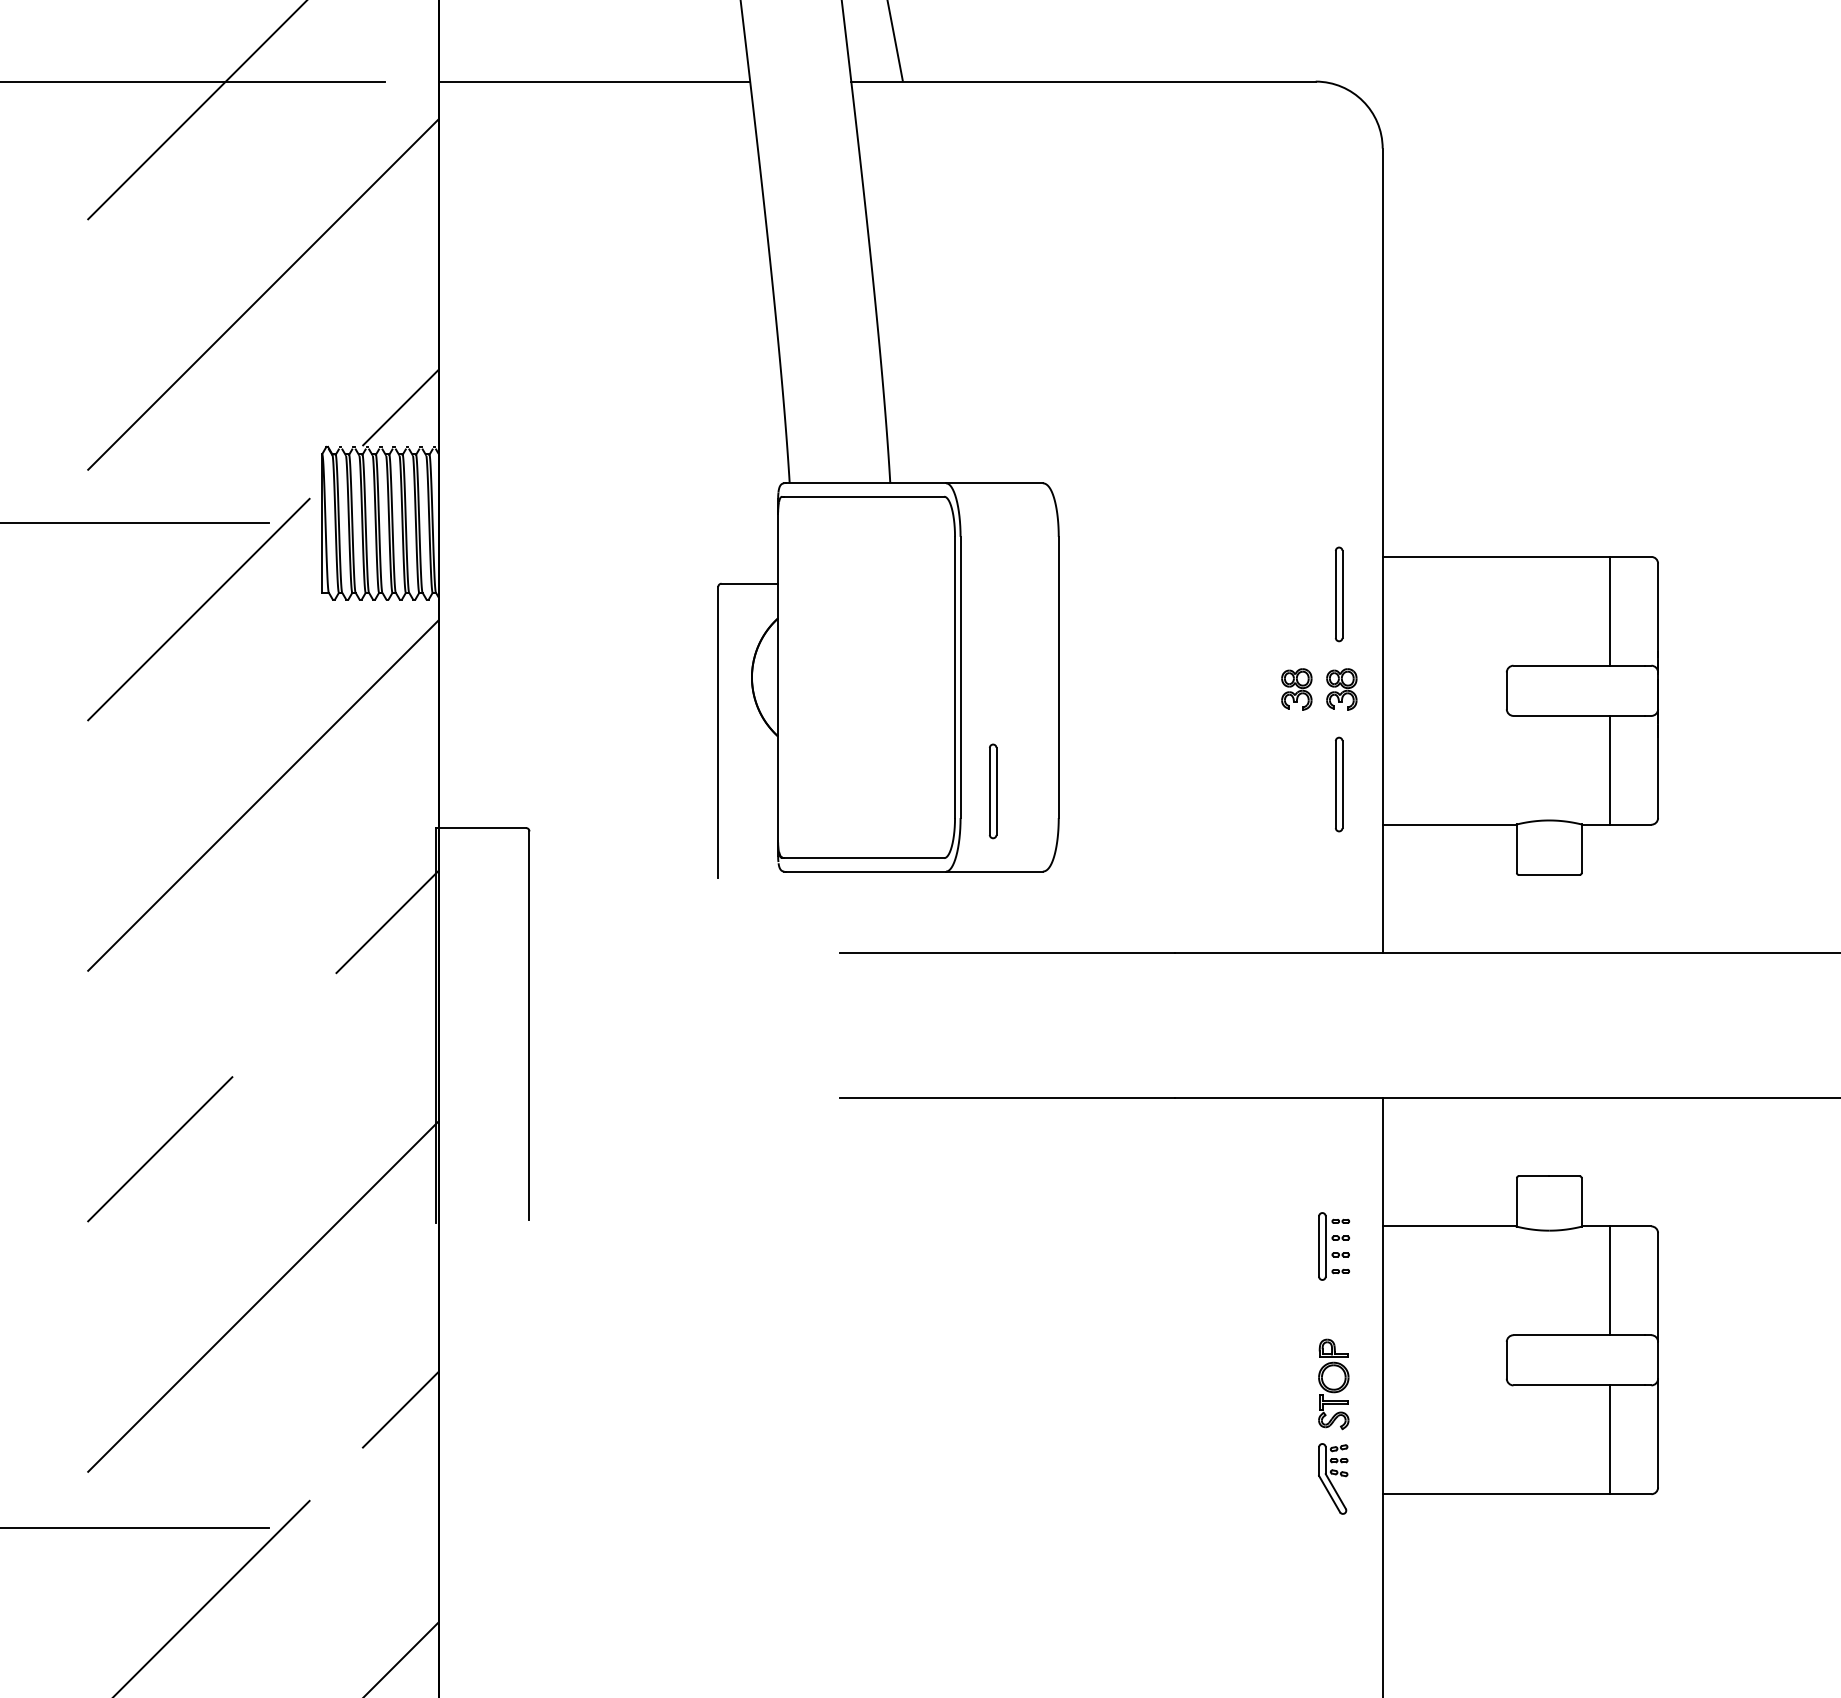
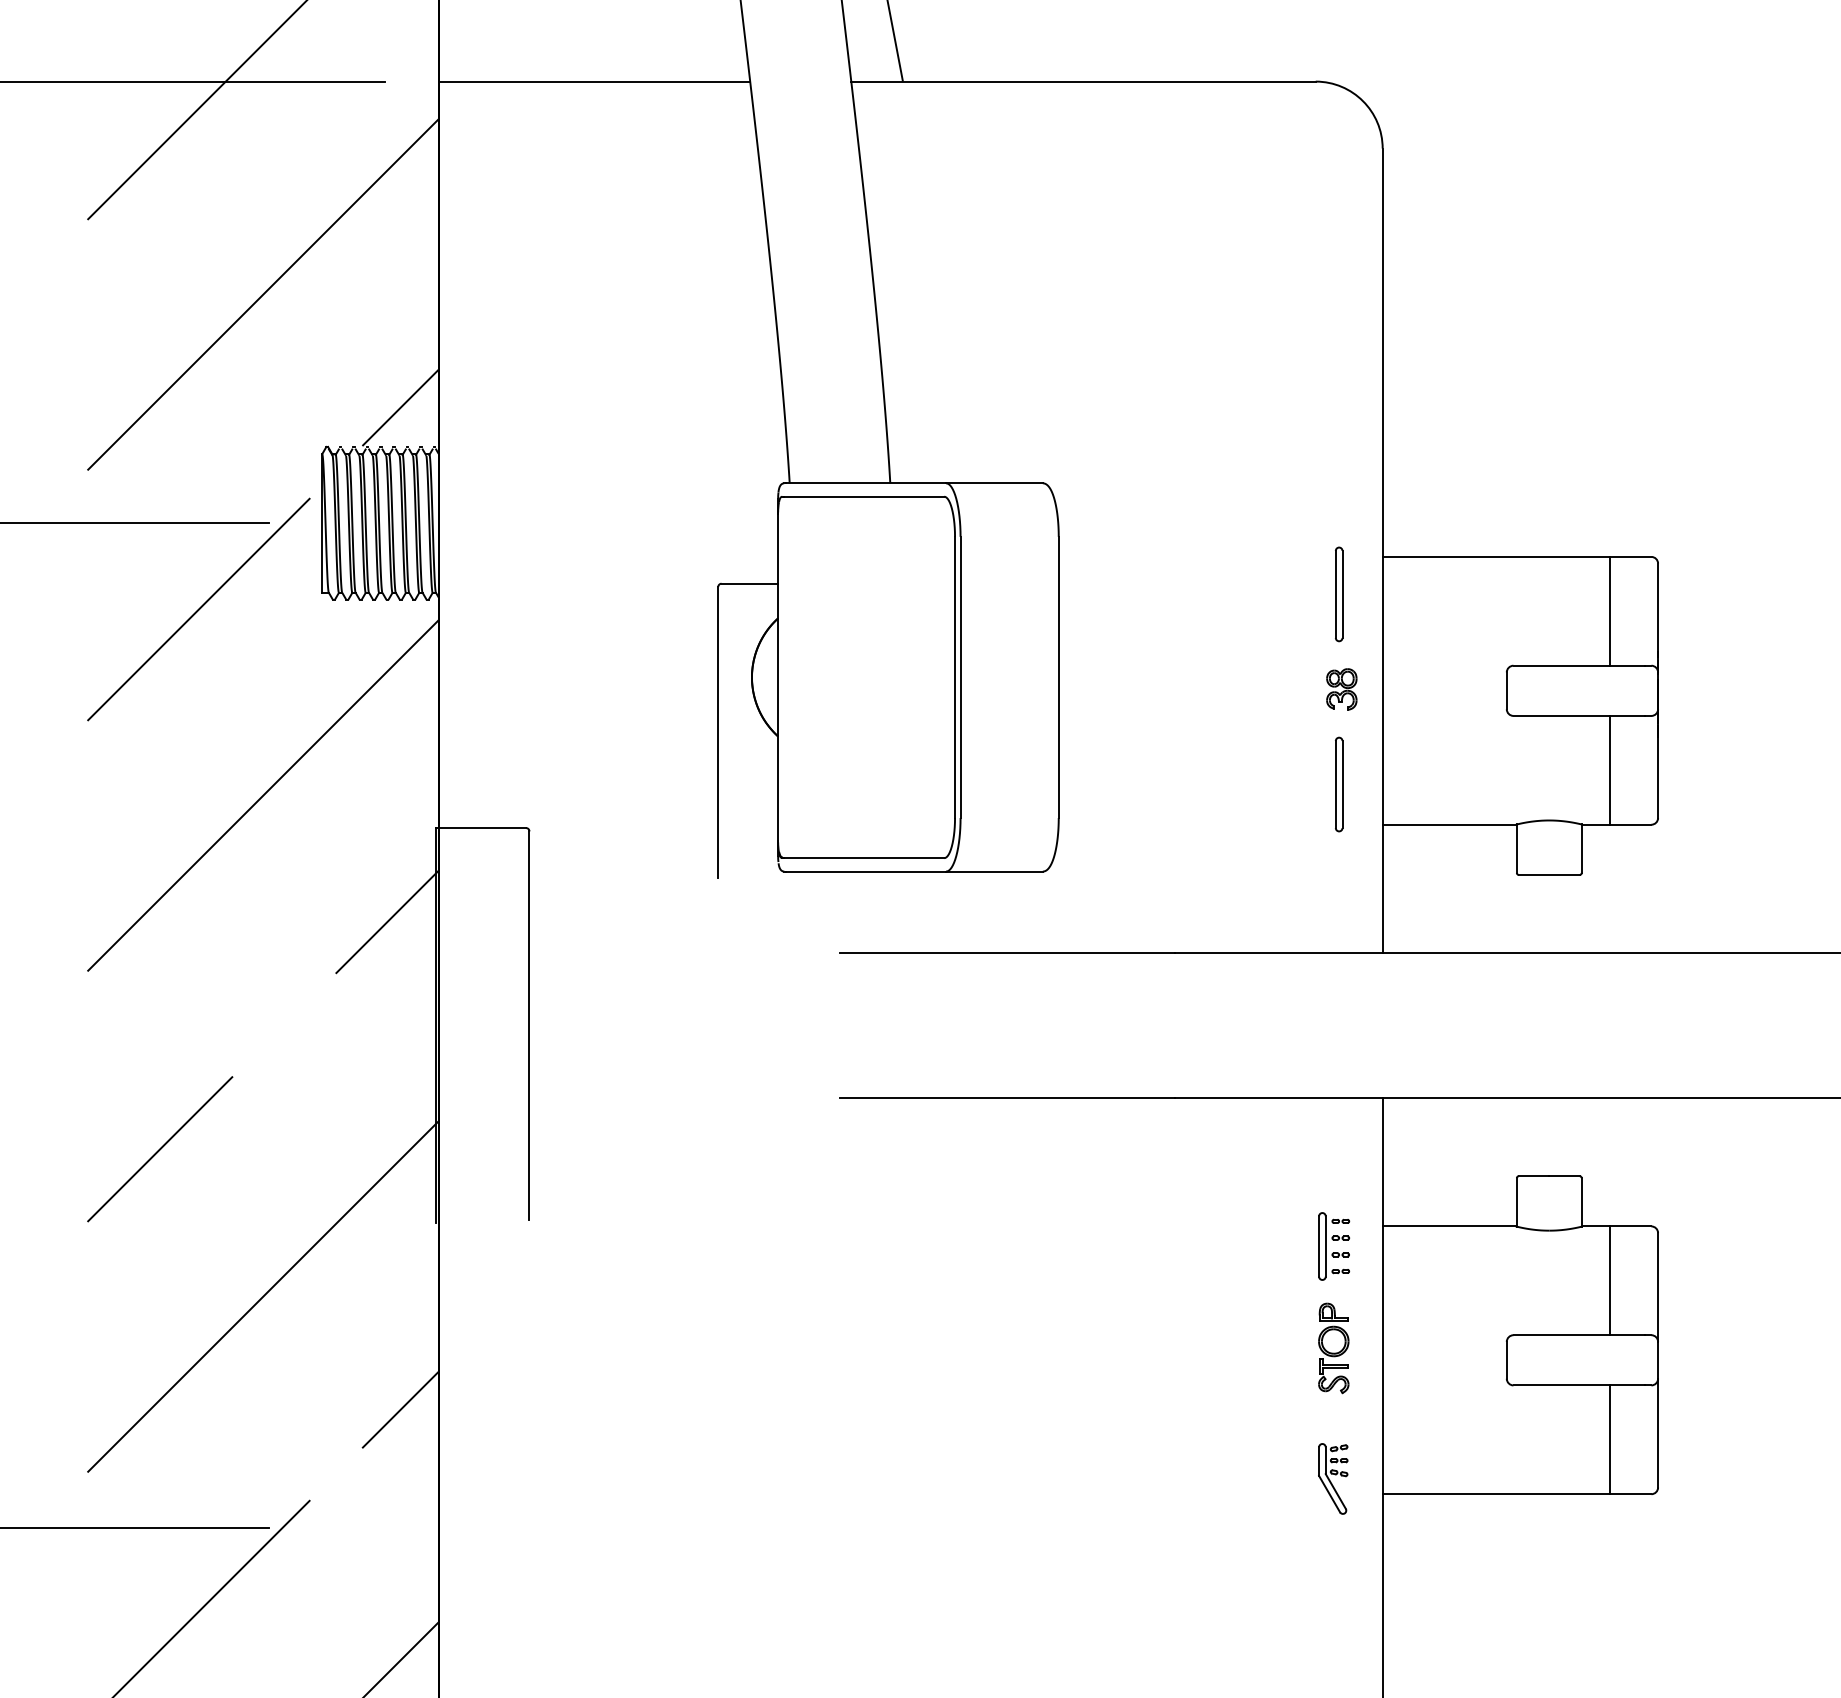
part at (1296, 689): present -> none
part at (993, 791): present -> none
part at (1333, 1384) position: (1333, 1384) -> (1333, 1348)
